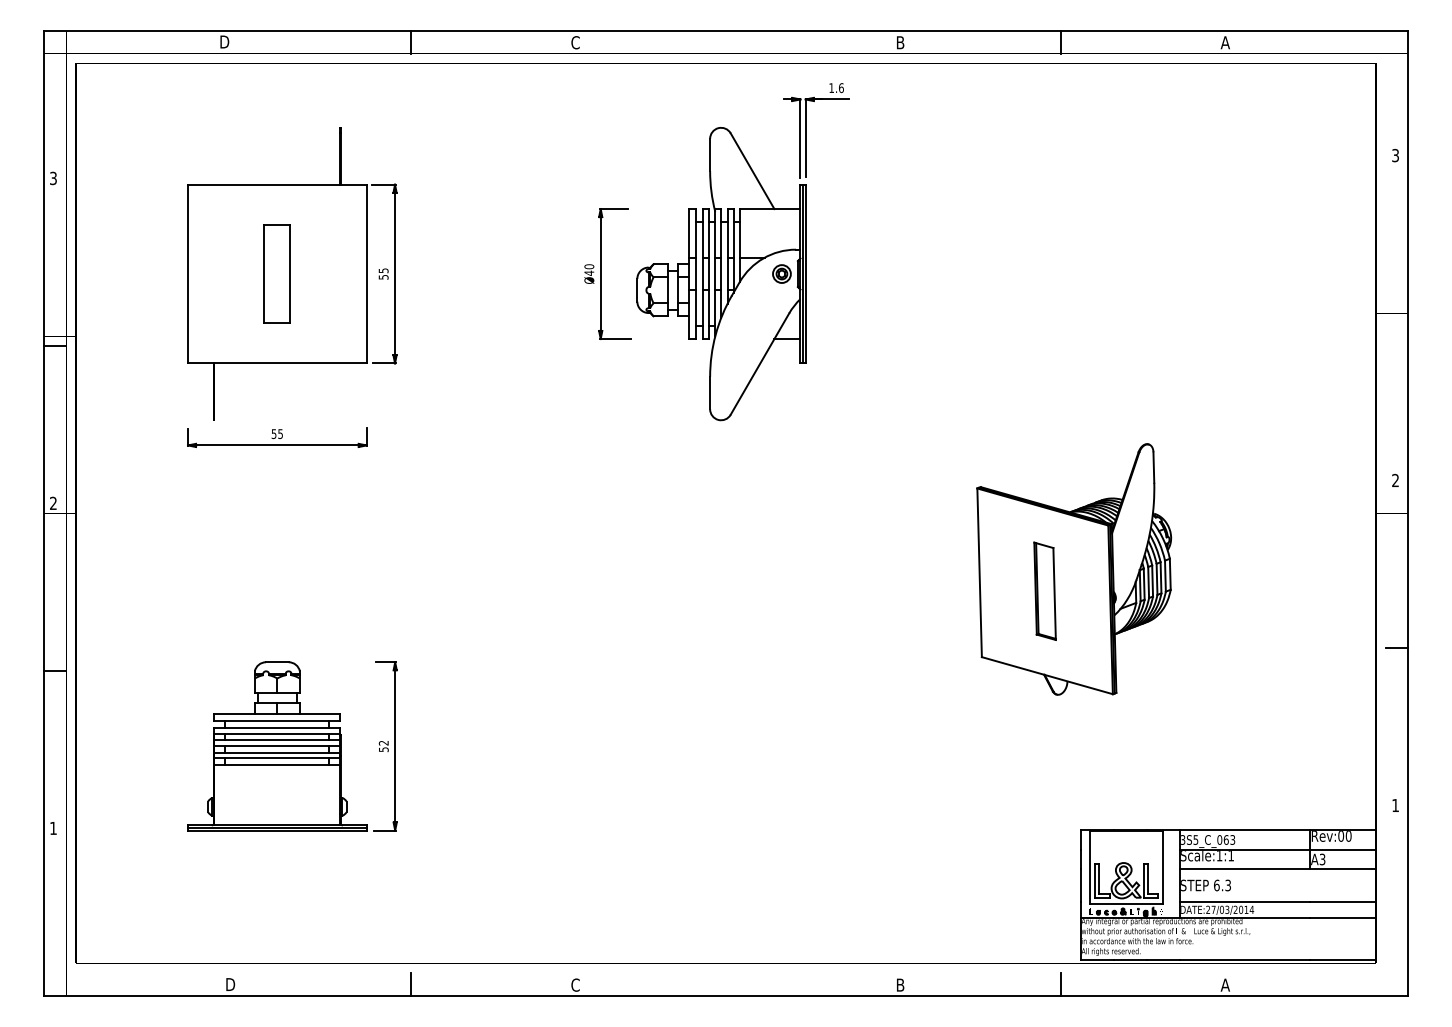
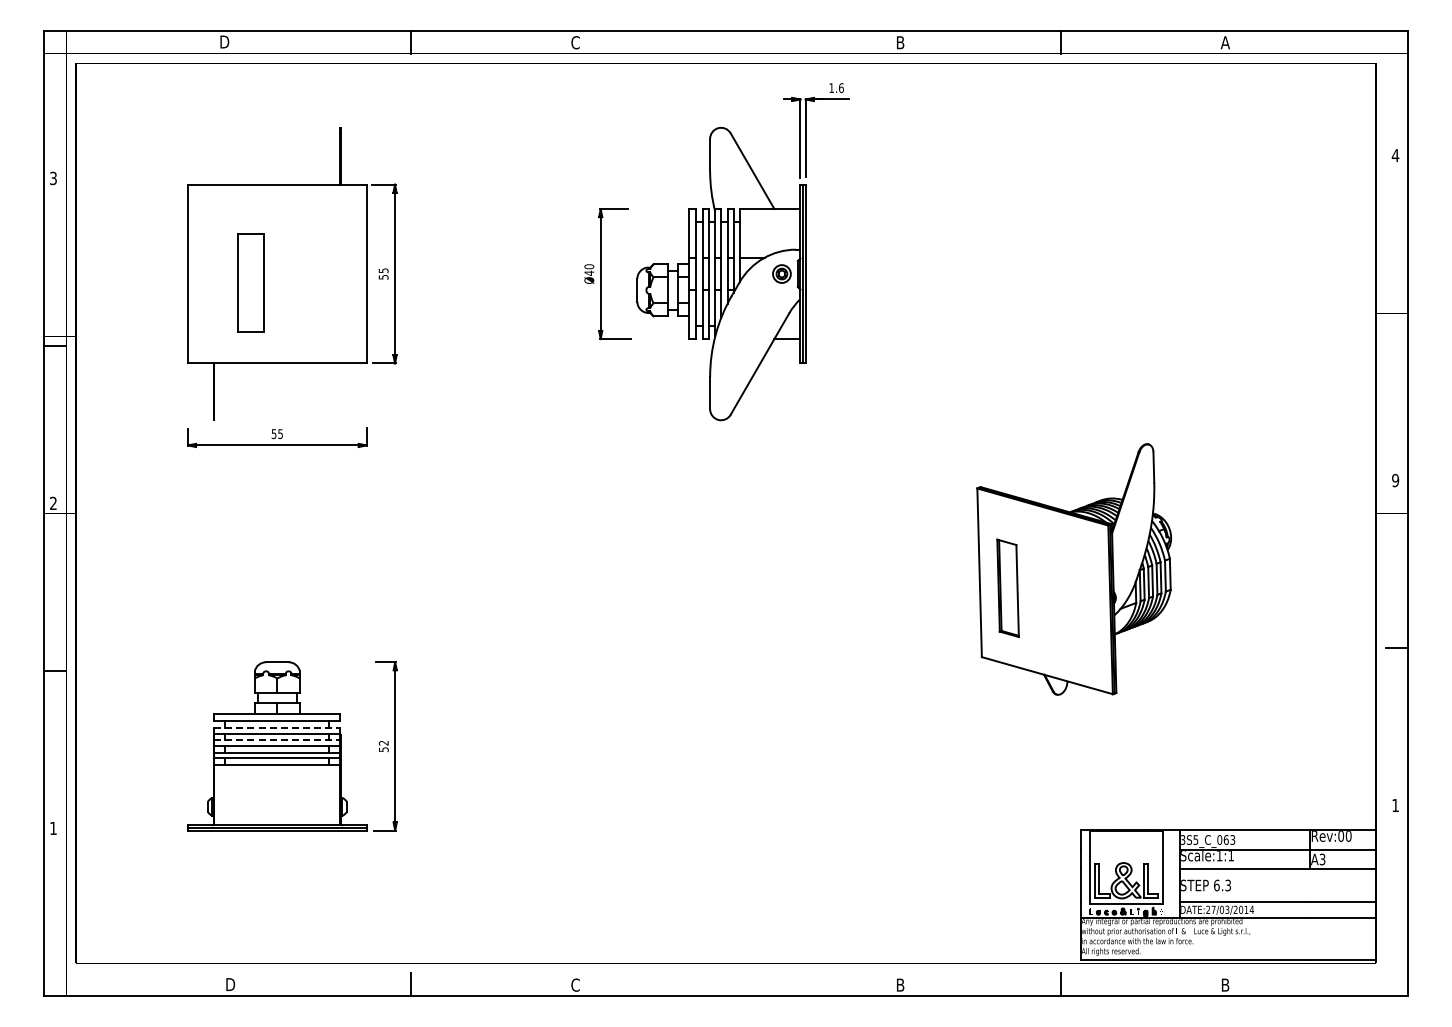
text at (1395, 155): 3 -> 4
part at (276, 273) position: (276, 273) -> (250, 282)
text at (1395, 480): 2 -> 9
part at (1044, 590) position: (1044, 590) -> (1007, 587)
line at (277, 727): solid -> dashed
line at (277, 740): solid -> dashed
text at (1224, 984): A -> B
